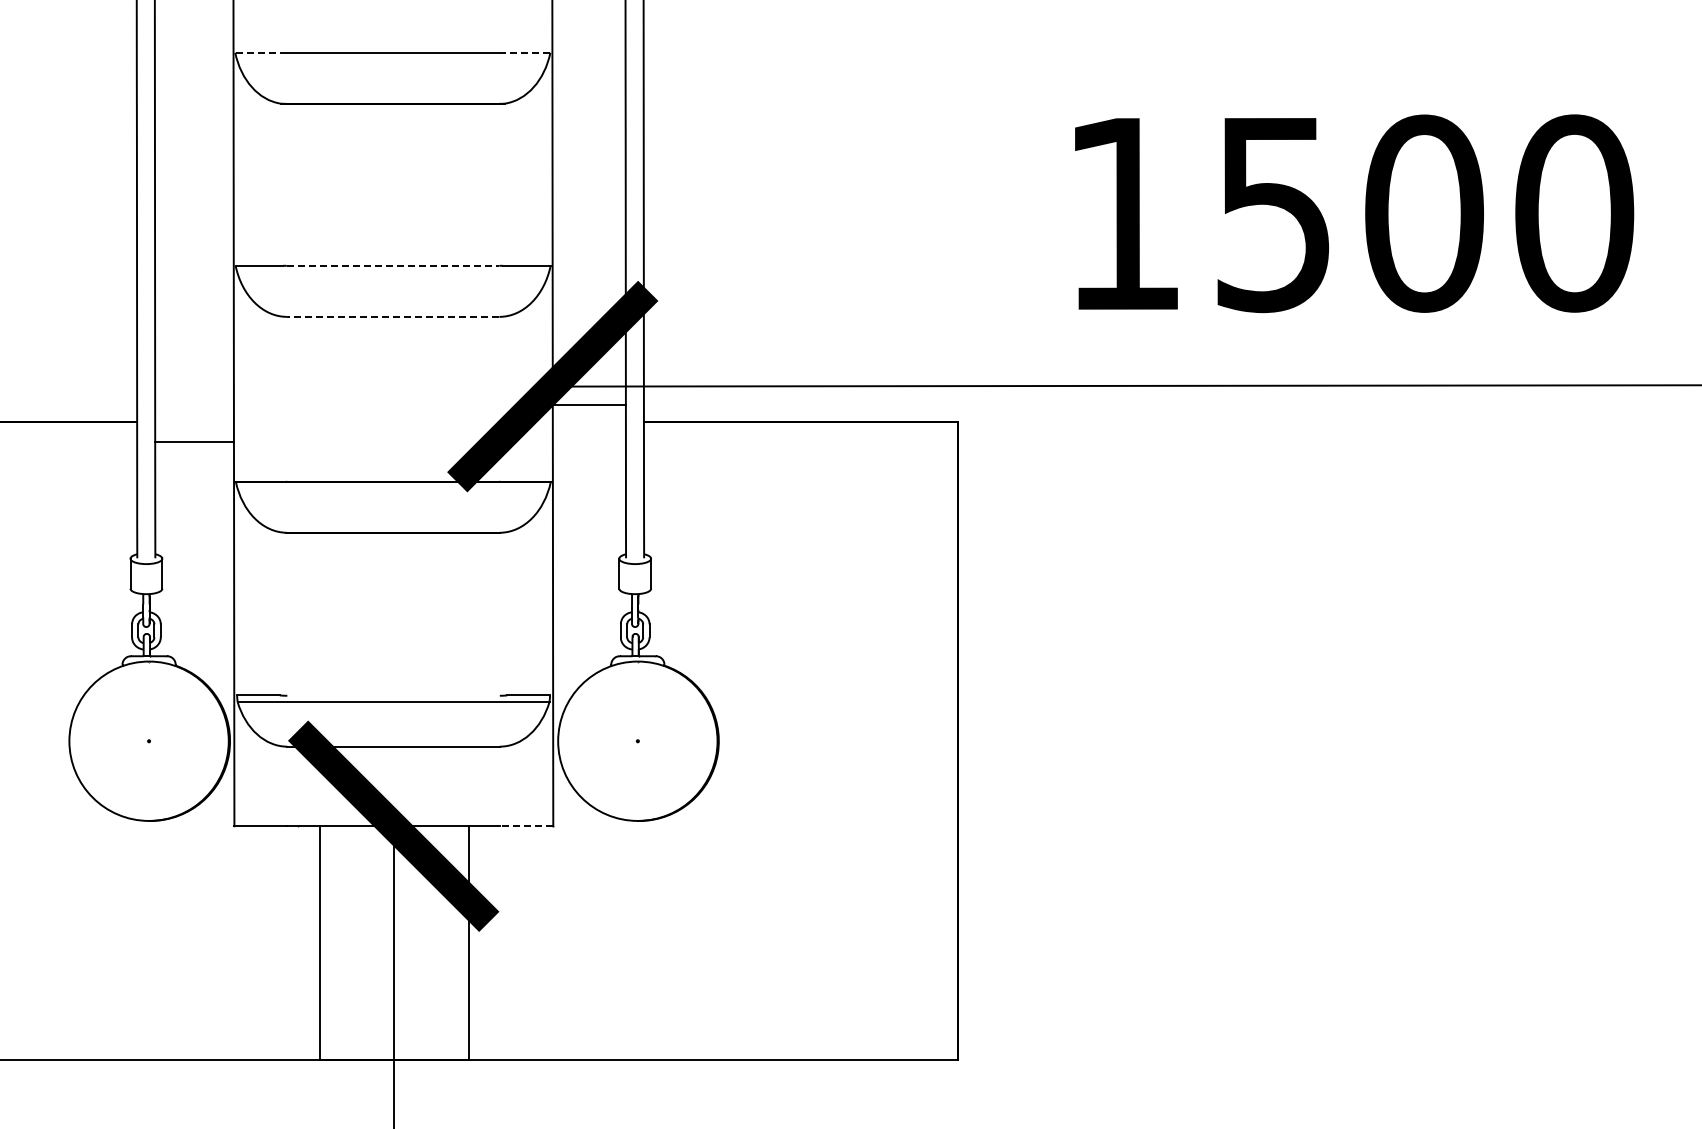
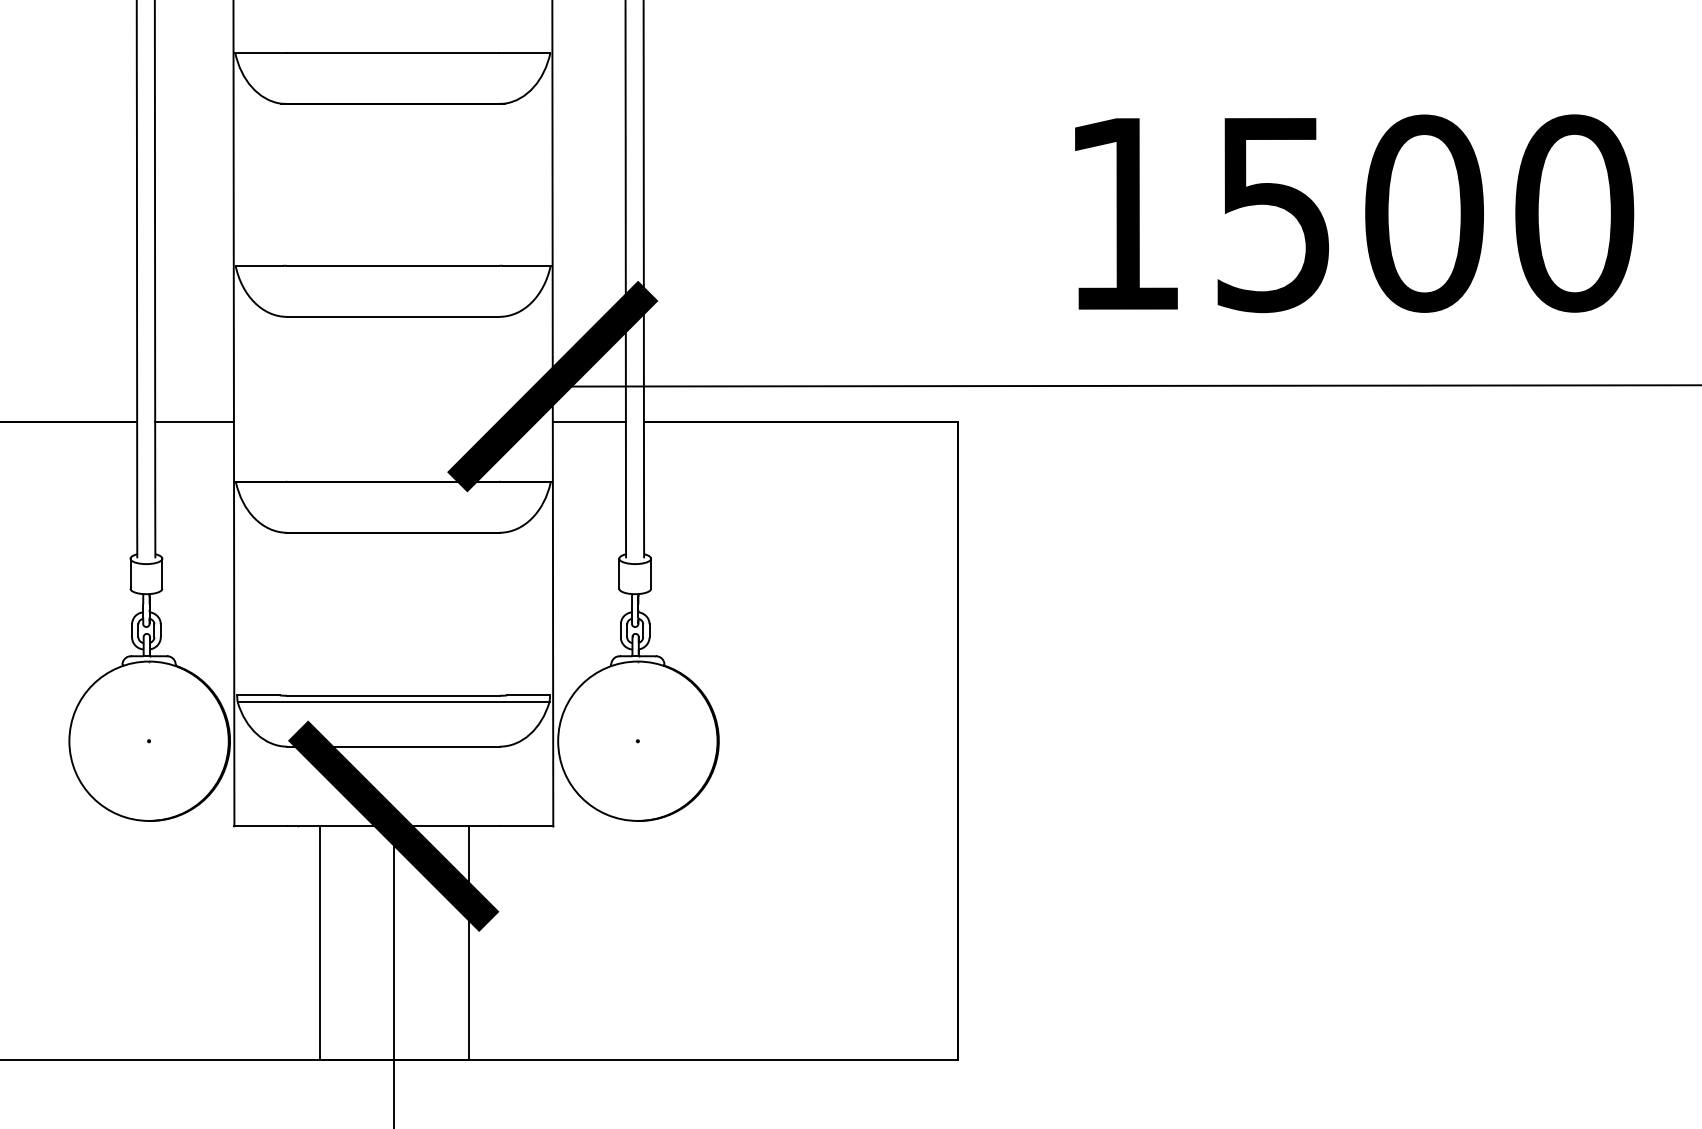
line at (260, 52): dashed -> solid
line at (524, 52): dashed -> solid
line at (393, 265): dashed -> solid
line at (392, 316): dashed -> solid
line at (588, 405) position: (588, 405) -> (588, 422)
line at (194, 442) position: (194, 442) -> (194, 422)
line at (393, 695): none -> present
line at (526, 826): dashed -> solid
